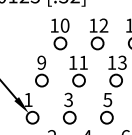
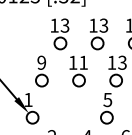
text at (64, 25): 10 -> 13
text at (103, 25): 12 -> 13
part at (69, 108): present -> none
